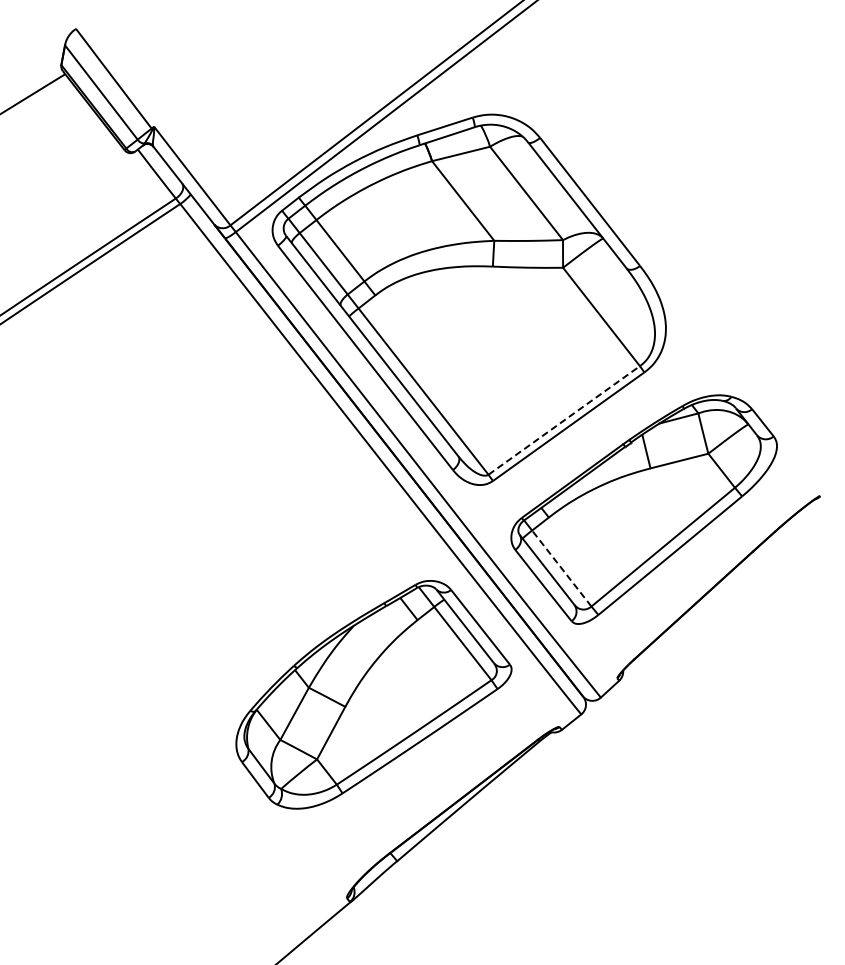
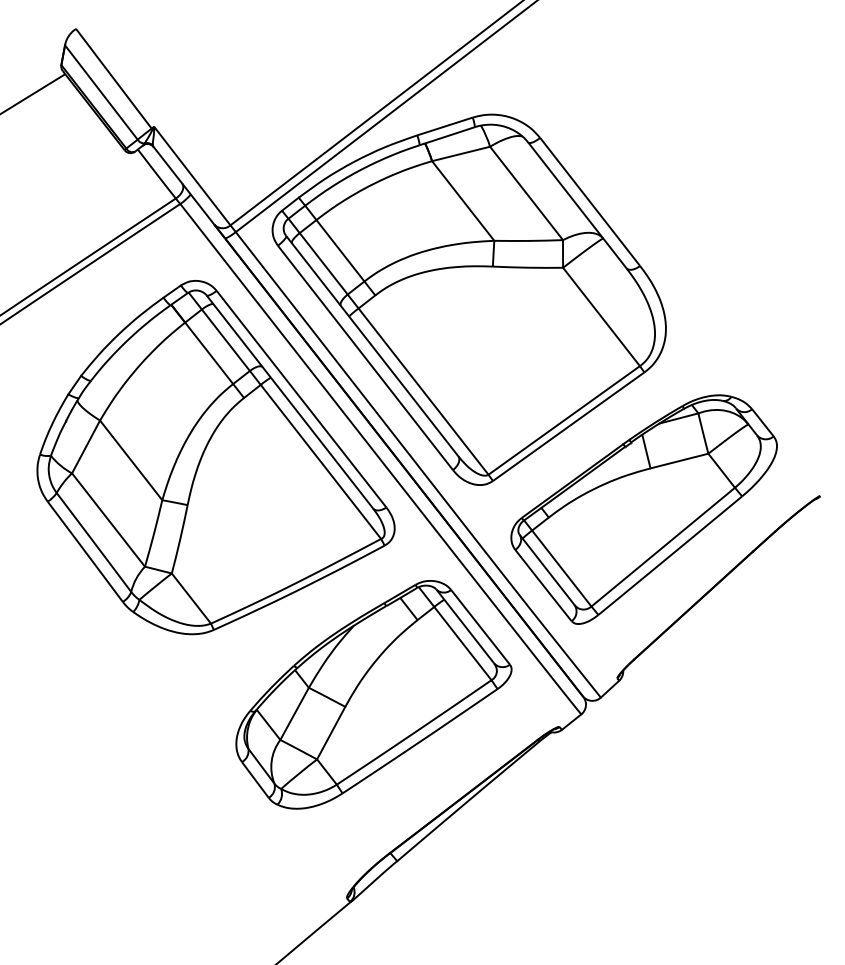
line at (564, 420): dashed -> solid
part at (215, 457): none -> present
line at (561, 568): dashed -> solid
